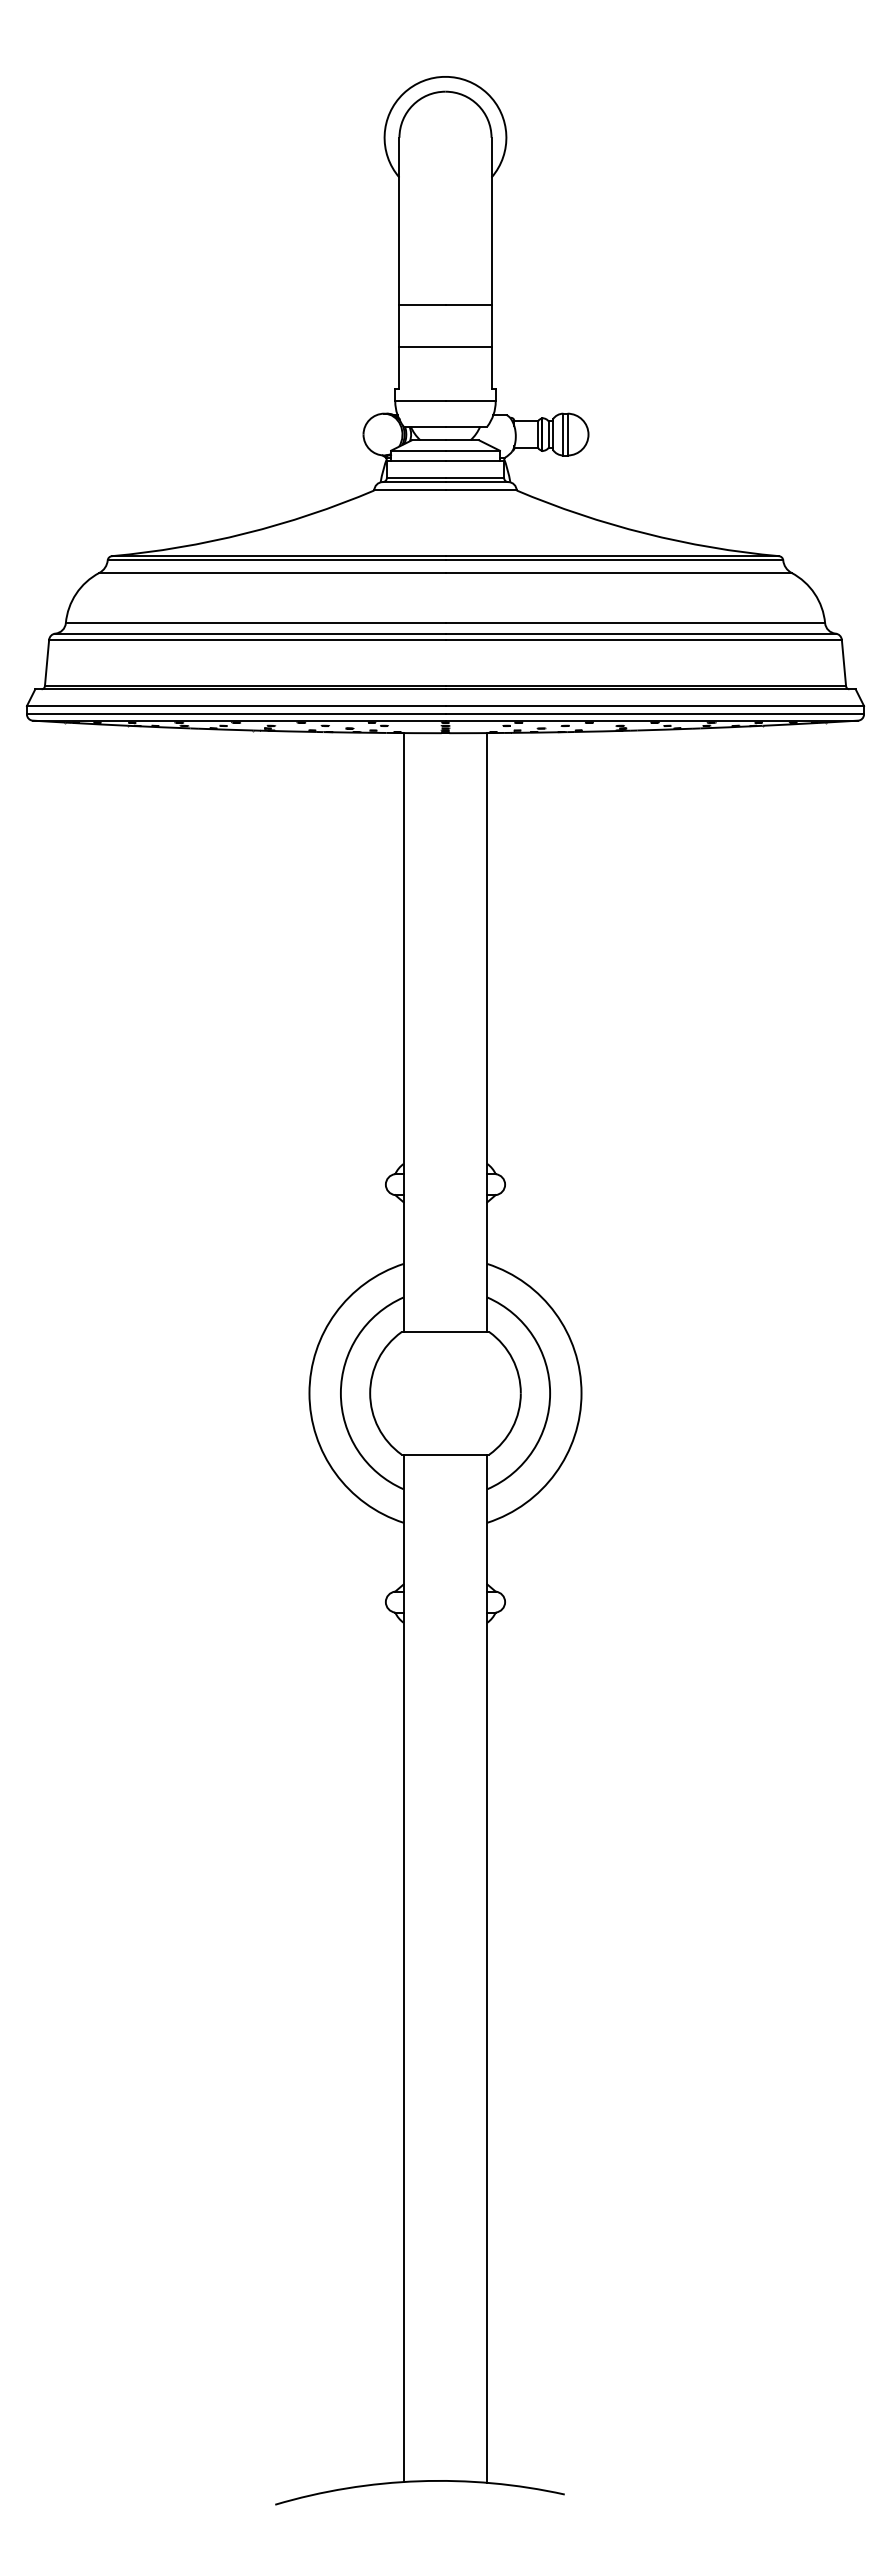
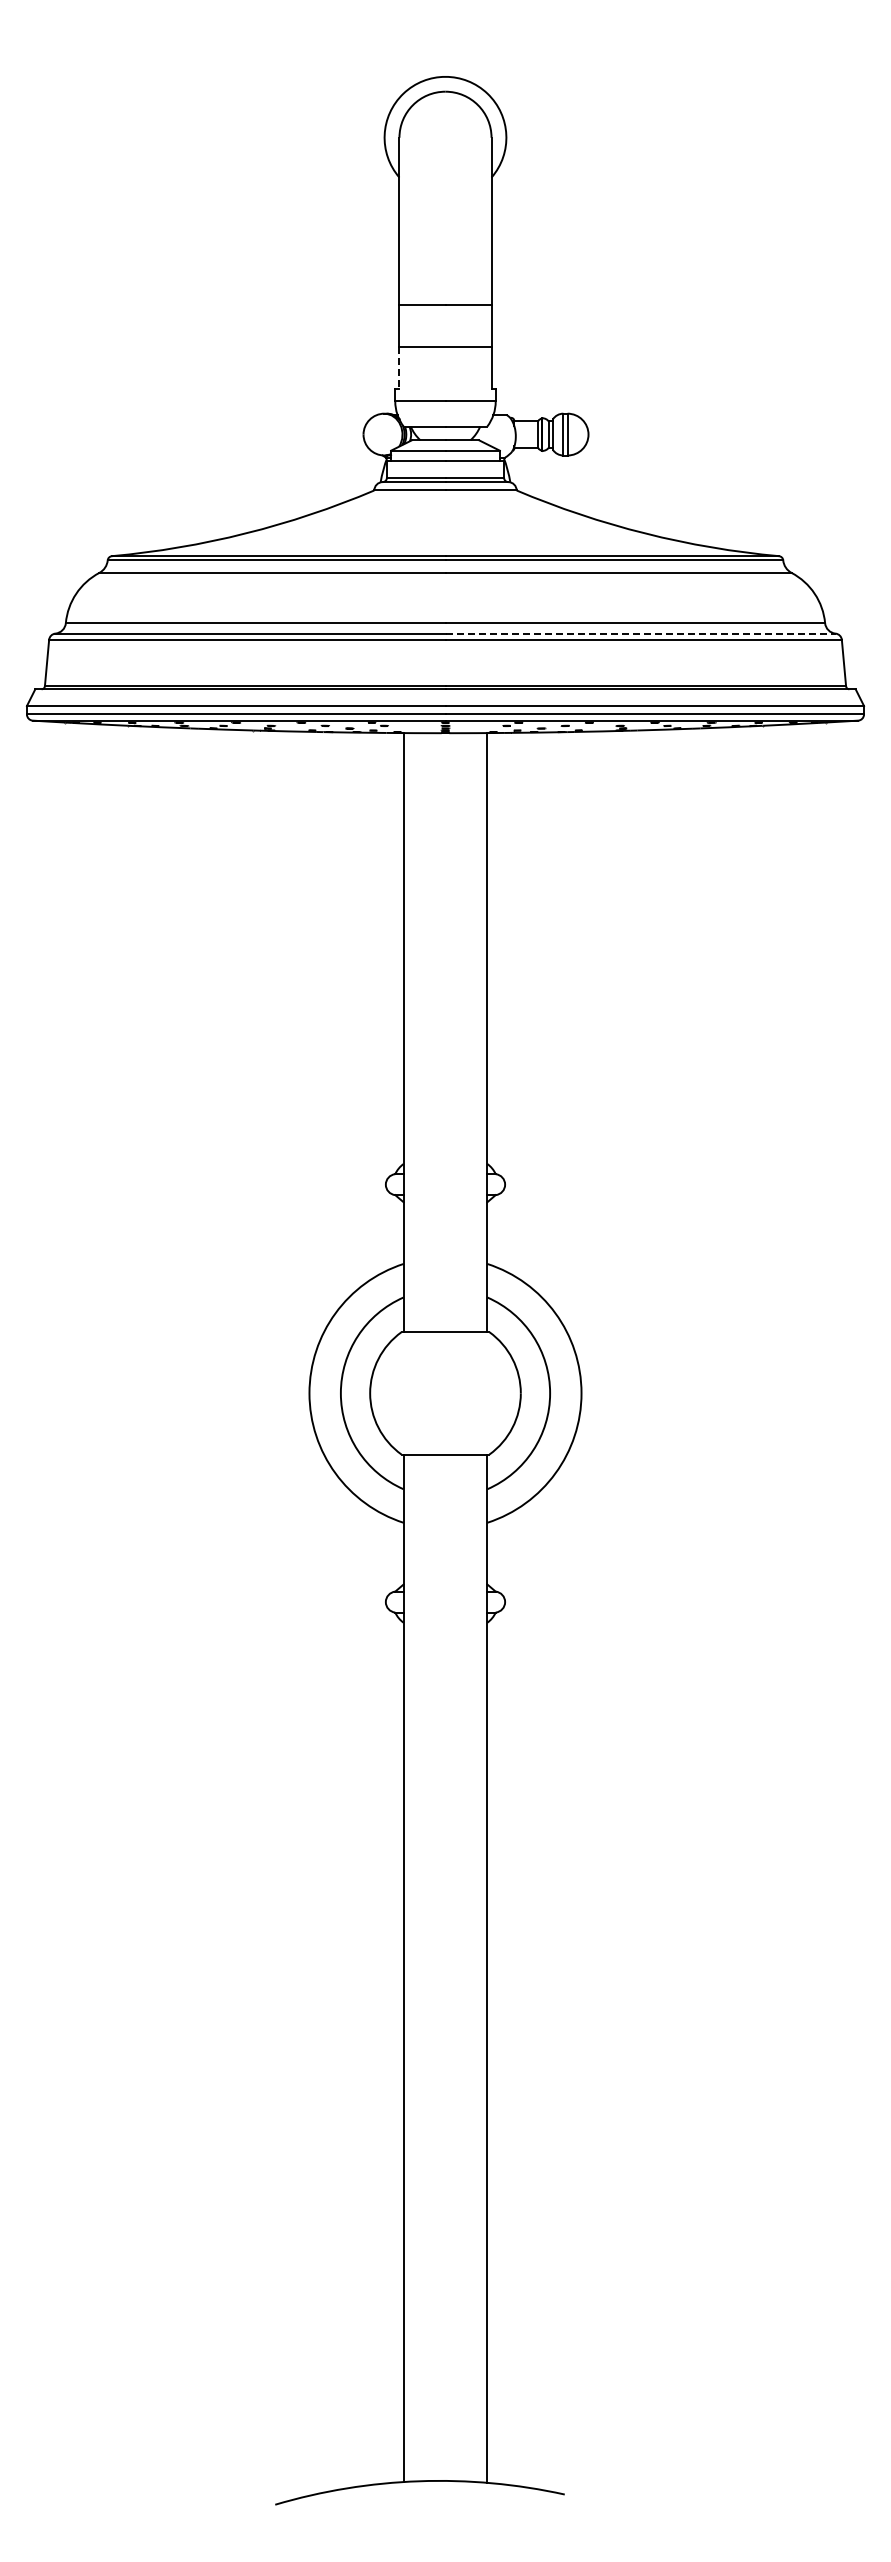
line at (399, 367): solid -> dashed
line at (641, 633): solid -> dashed
